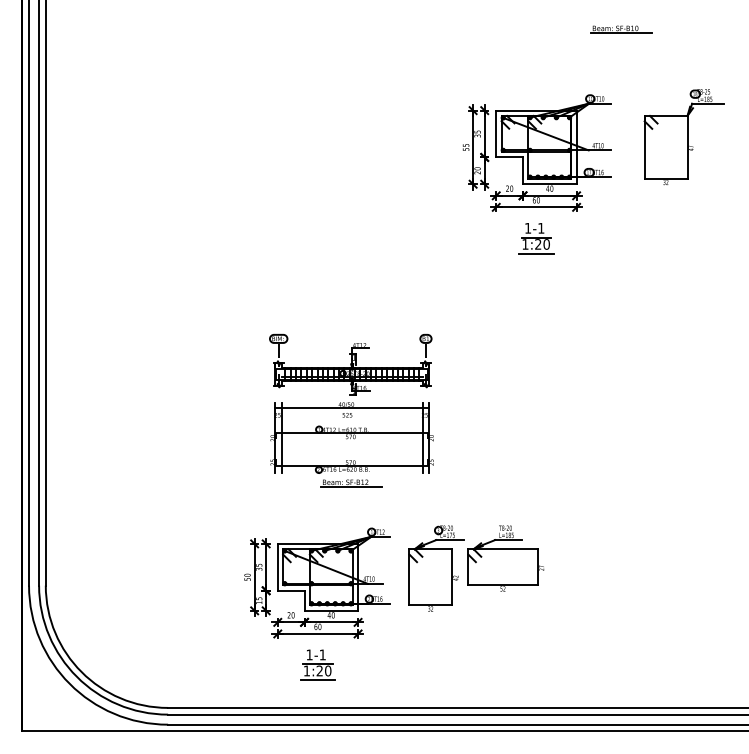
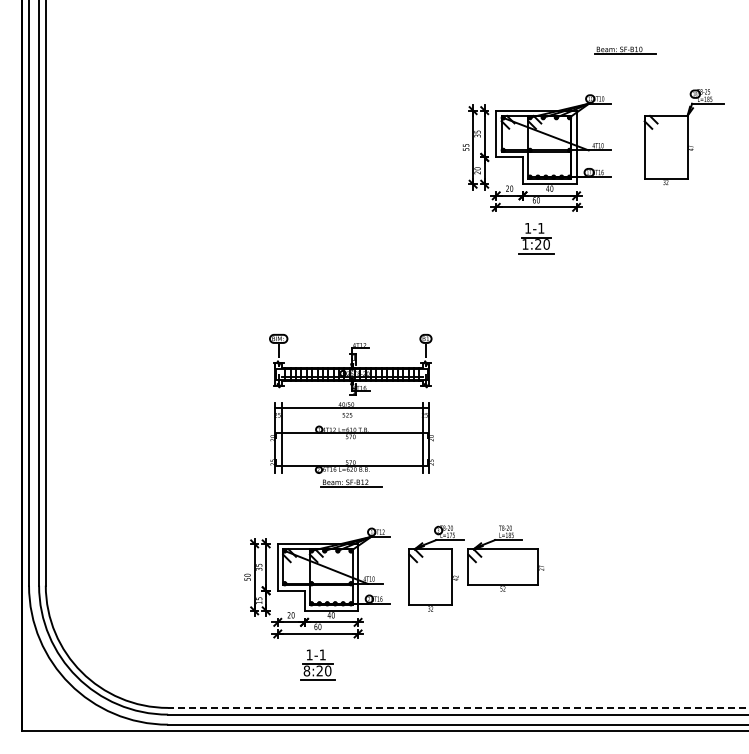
part at (621, 29) position: (621, 29) -> (625, 50)
text at (306, 670): 1:20 -> 8:20
line at (457, 707): solid -> dashed
